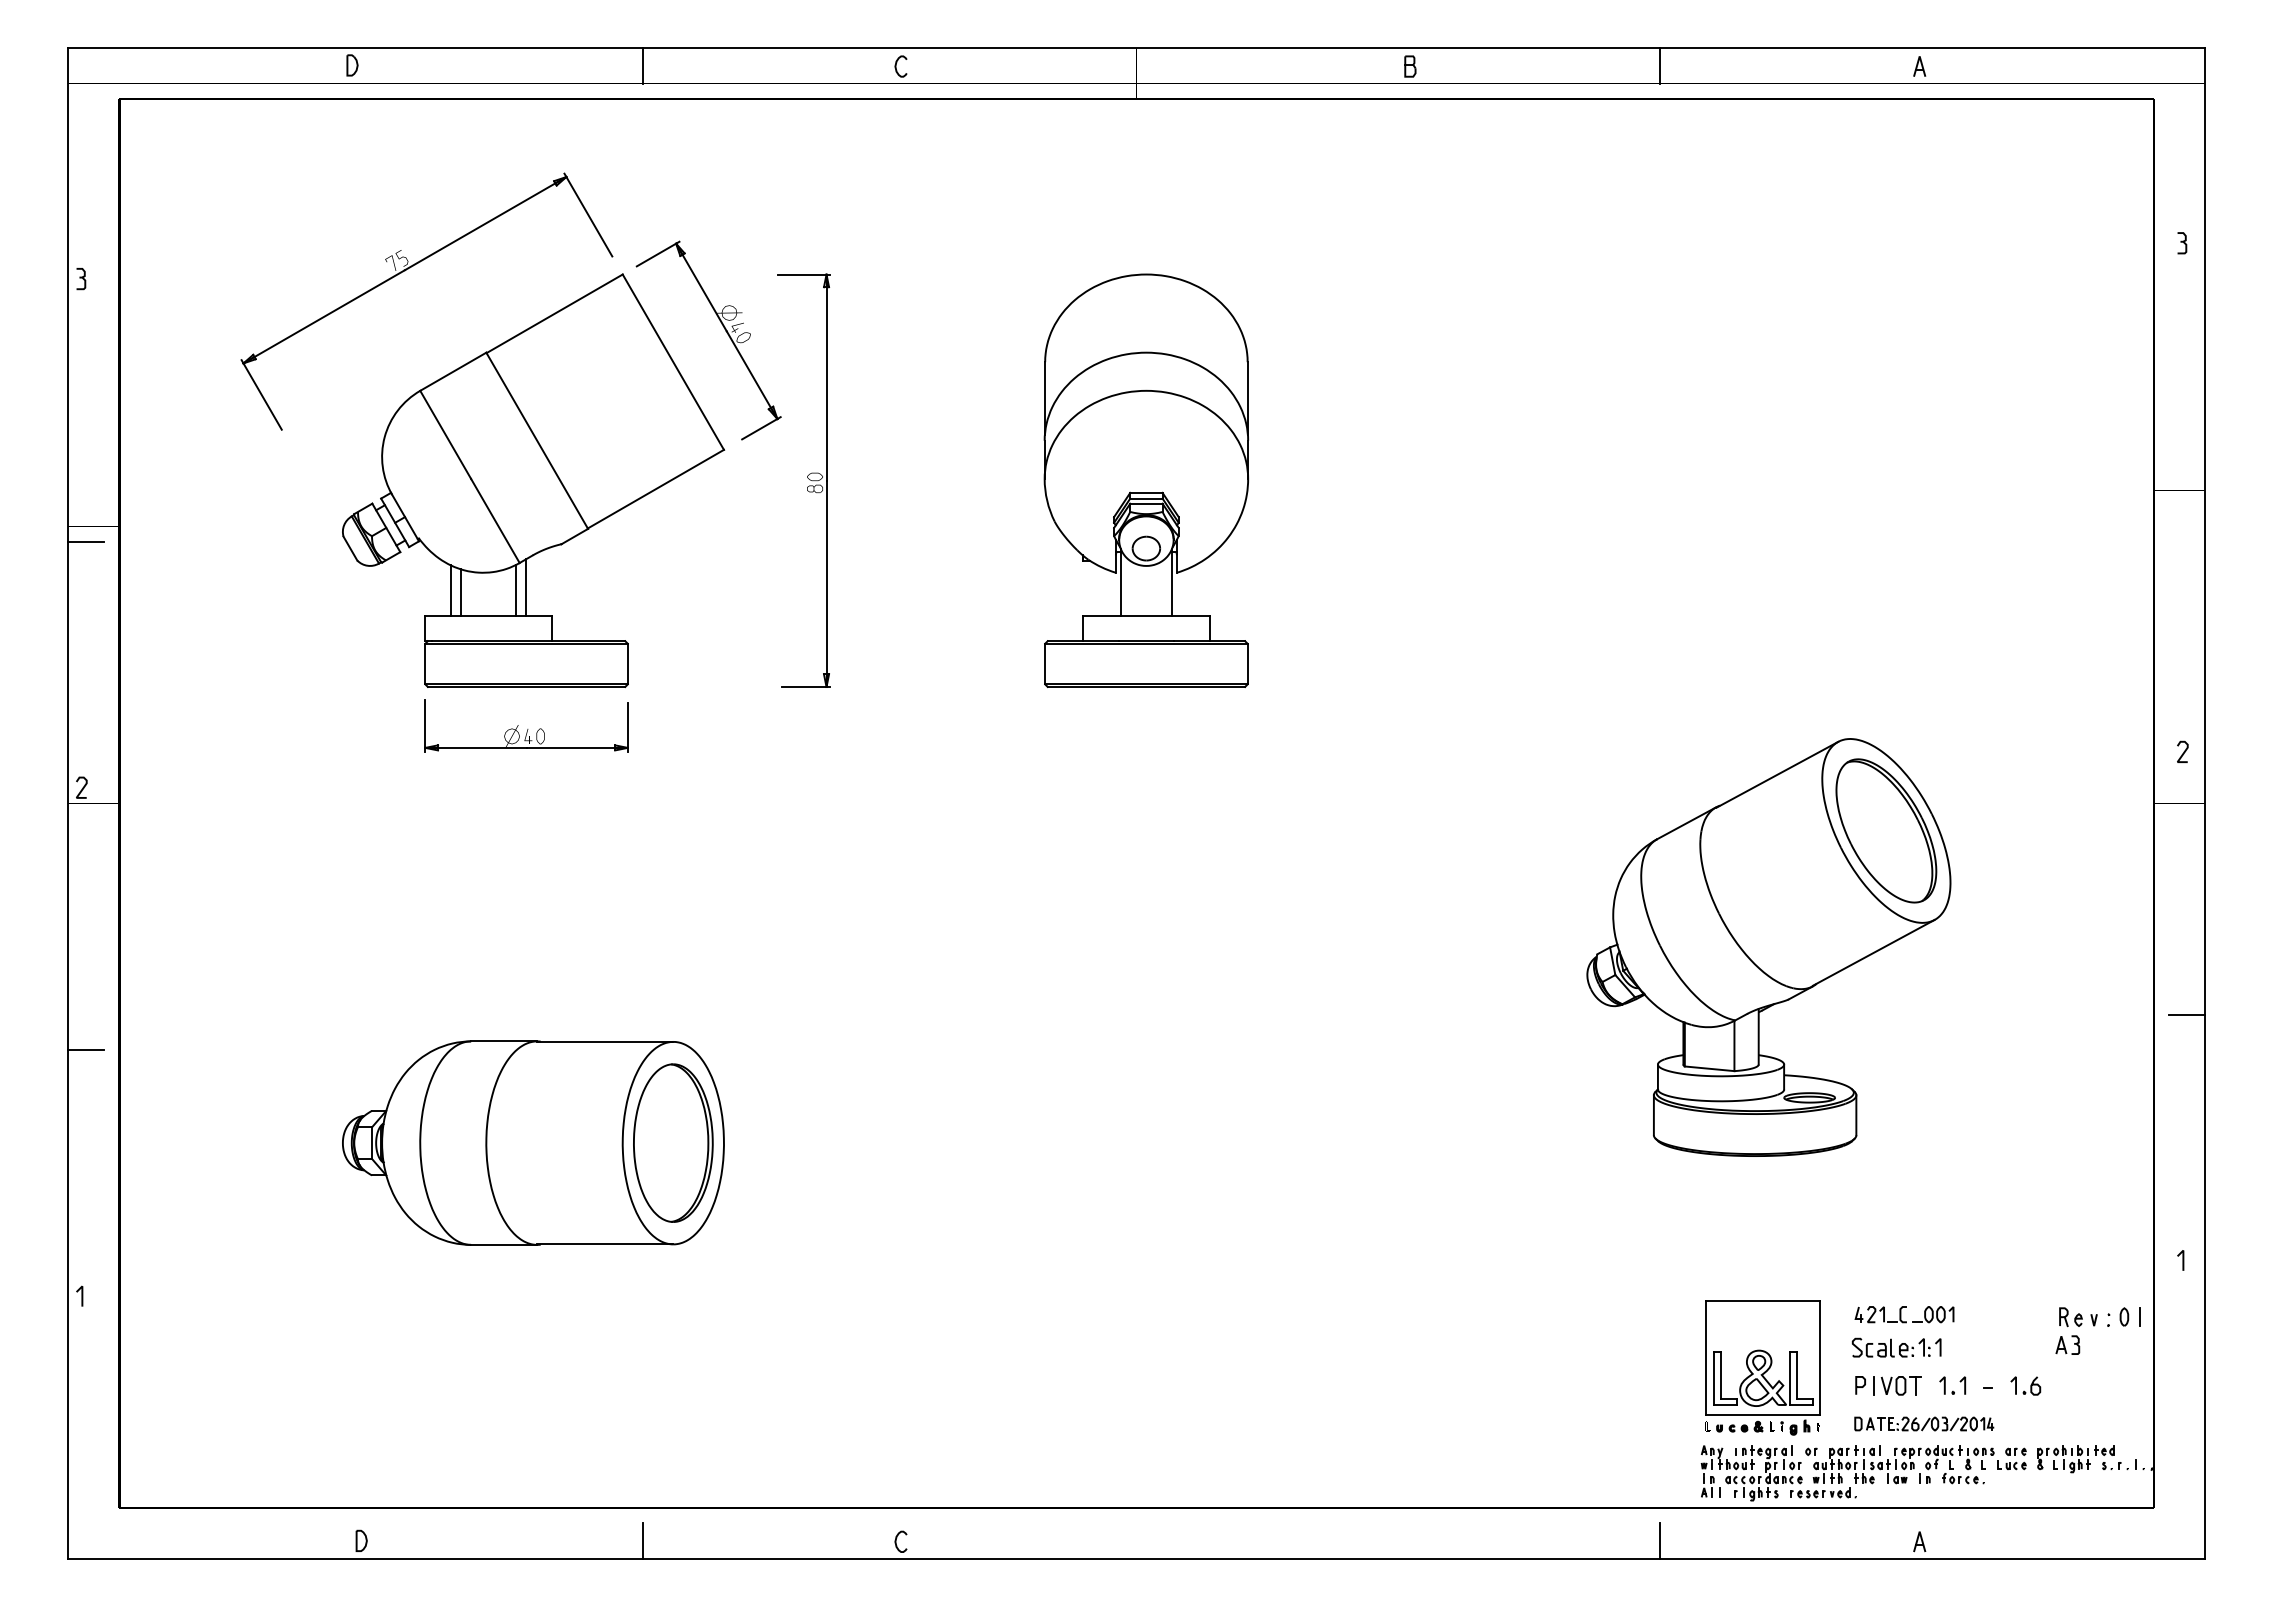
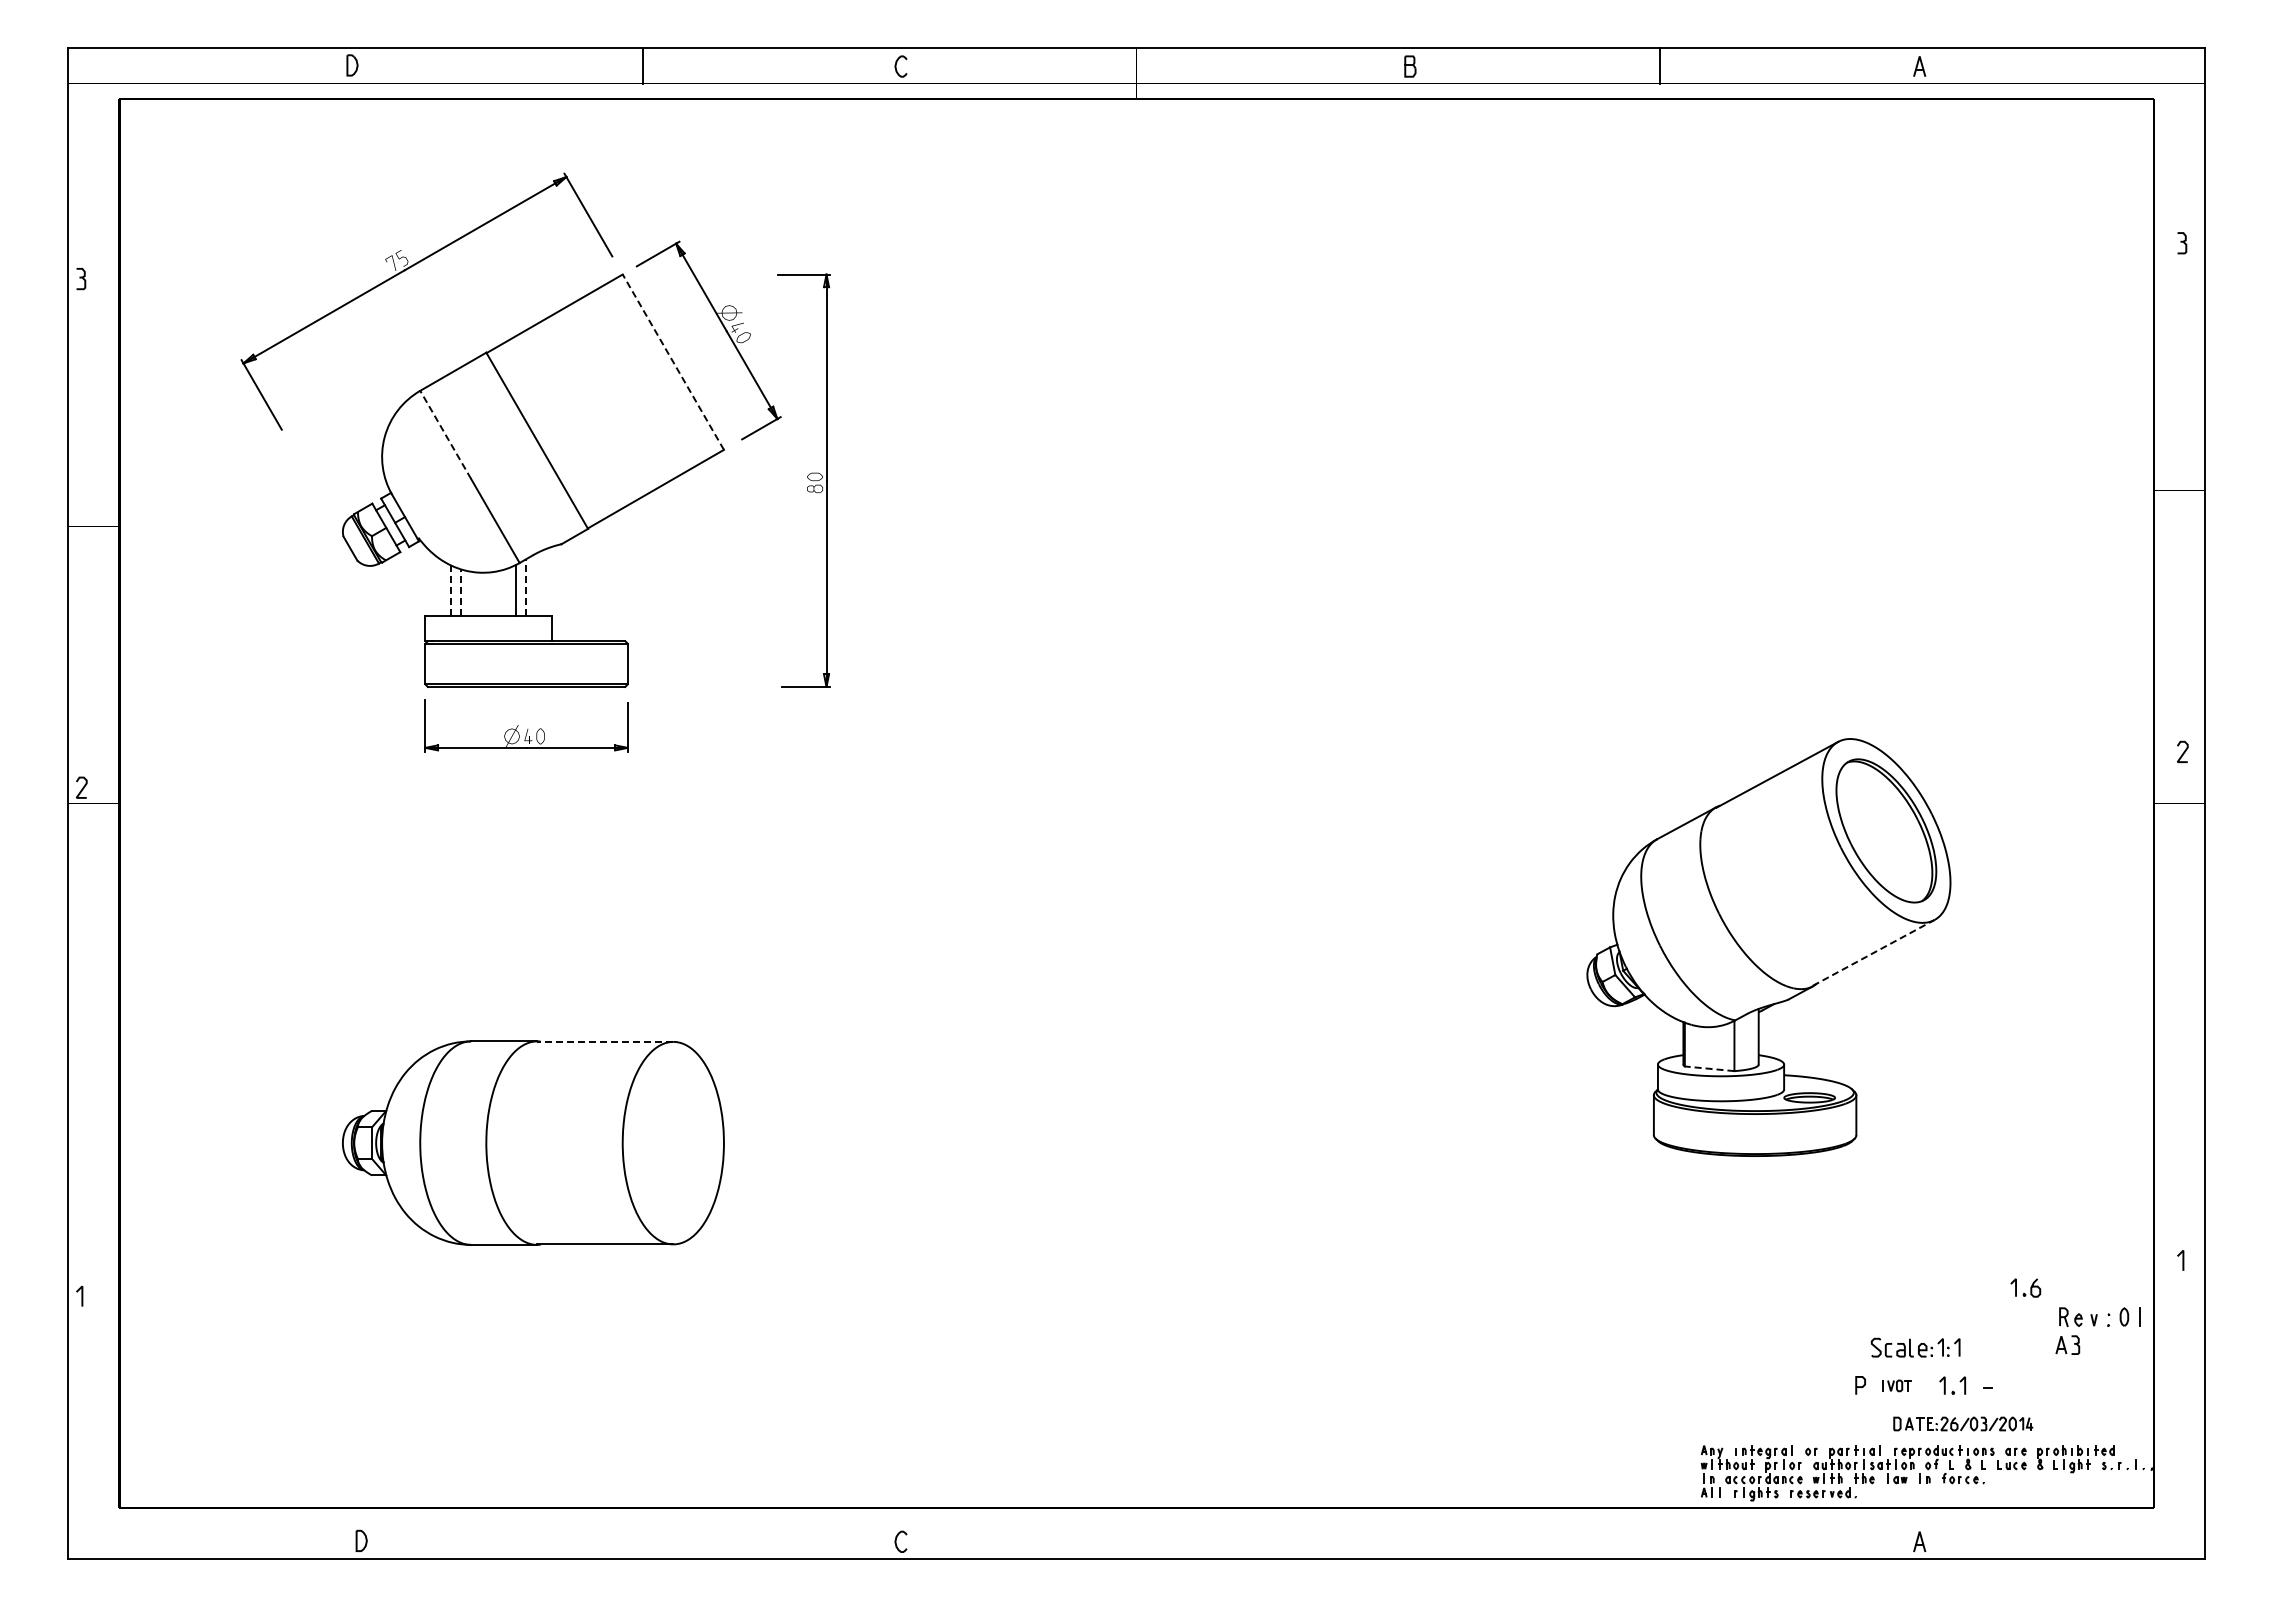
line at (673, 361): solid -> dashed
line at (445, 434): solid -> dashed
part at (1146, 480): present -> none
line at (85, 541): present -> none
line at (526, 587): solid -> dashed
line at (450, 590): solid -> dashed
line at (460, 592): solid -> dashed
line at (1874, 952): solid -> dashed
line at (2186, 1014): present -> none
line at (604, 1041): solid -> dashed
line at (85, 1050): present -> none
line at (1709, 1068): solid -> dashed
part at (673, 1142): present -> none
part at (1904, 1314): present -> none
part at (1896, 1347) position: (1896, 1347) -> (1915, 1347)
part at (1762, 1367): present -> none
part at (1897, 1385) size: 49x20 px -> 30x14 px
part at (2025, 1385) position: (2025, 1385) -> (2025, 1287)
part at (1924, 1423) position: (1924, 1423) -> (1963, 1423)
line at (643, 1540): present -> none
line at (1660, 1540): present -> none
